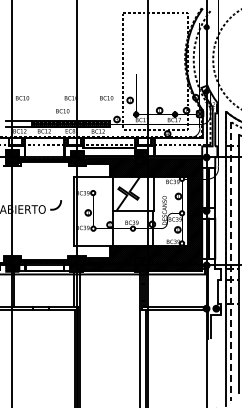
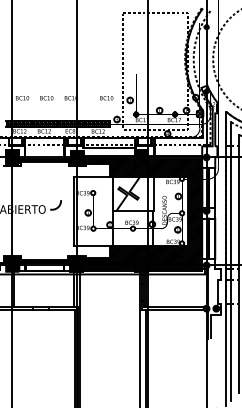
text at (62, 111) position: (62, 111) -> (46, 98)
hatch at (19, 123): none -> present
line at (231, 261): dashed -> solid
